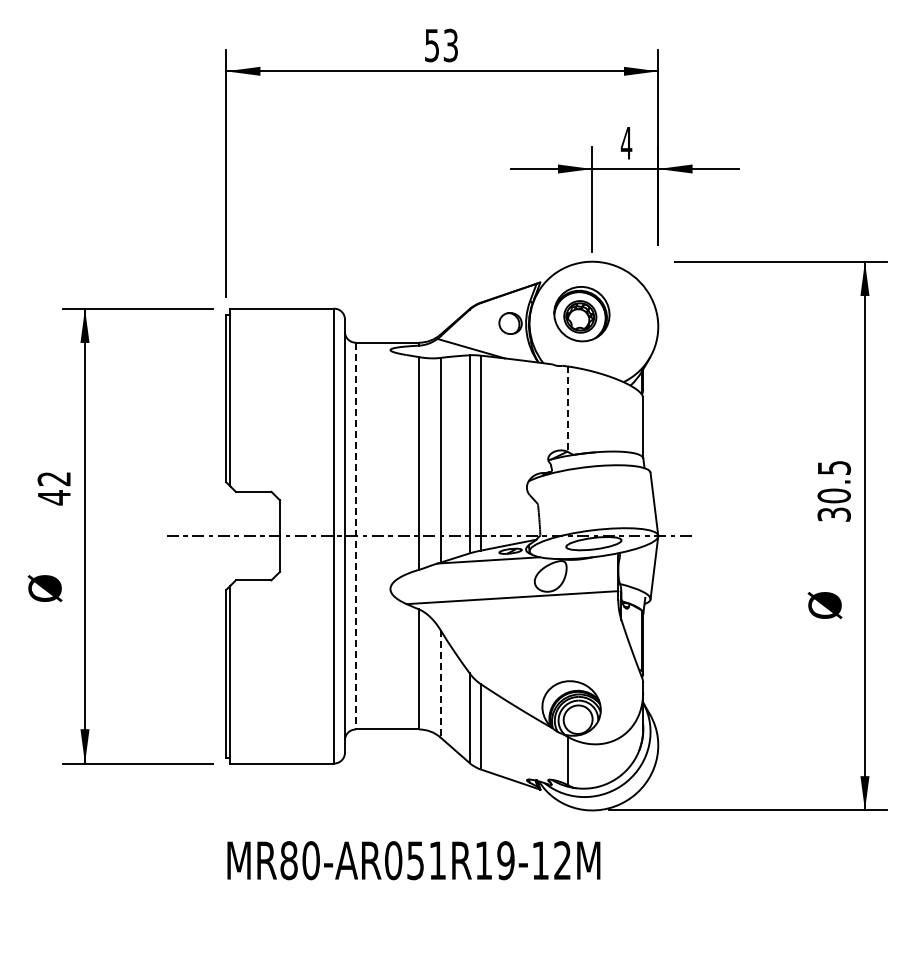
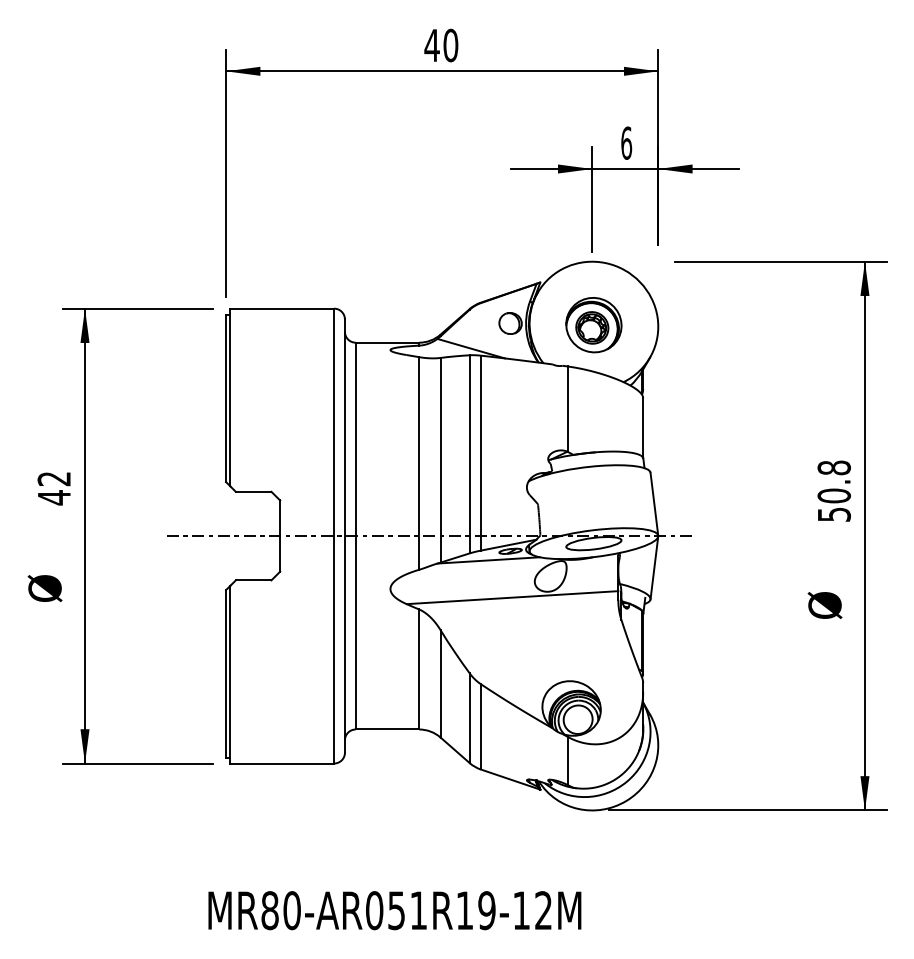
text at (441, 45): 53 -> 40
text at (626, 142): 4 -> 6
part at (581, 314) position: (581, 314) -> (593, 325)
line at (567, 409): dashed -> solid
text at (833, 490): 30.5 -> 50.8
line at (355, 536): dashed -> solid
line at (440, 683): dashed -> solid
text at (413, 860) position: (413, 860) -> (394, 910)
